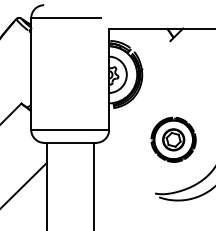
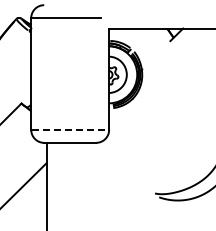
line at (70, 129): solid -> dashed
part at (173, 139): present -> none
line at (93, 184): present -> none
